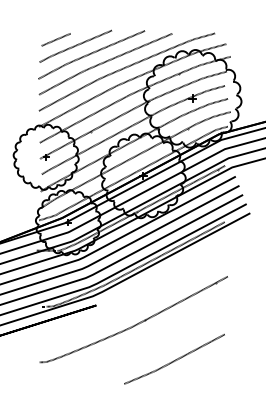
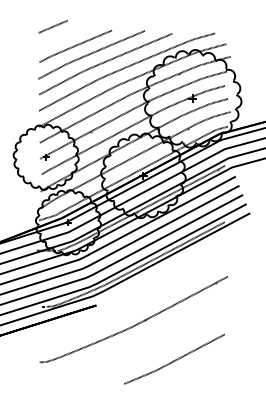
line at (55, 39) position: (55, 39) -> (52, 26)
